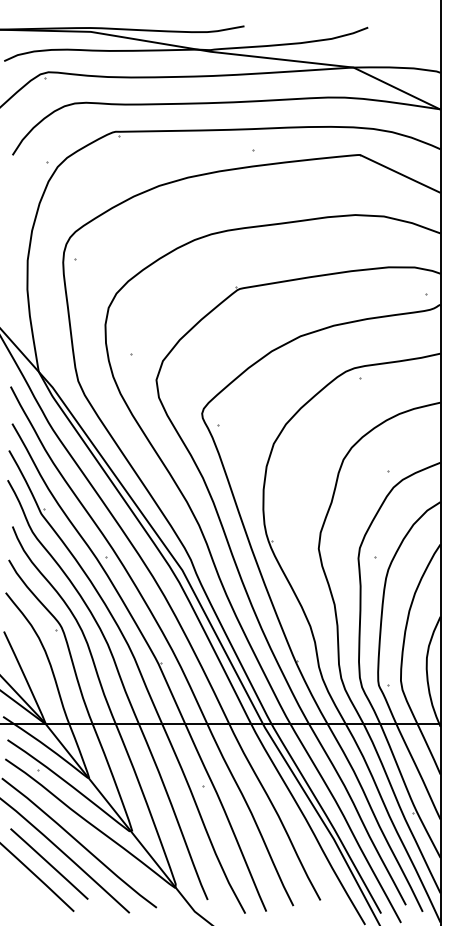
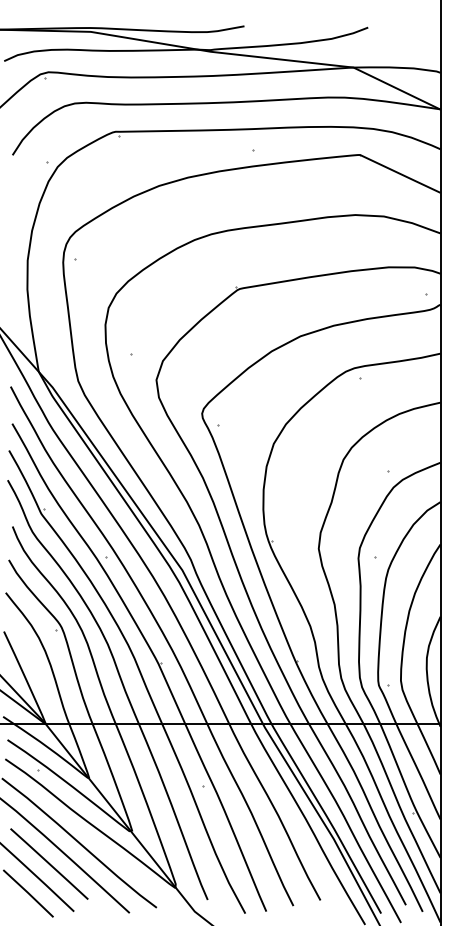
line at (28, 893): none -> present
